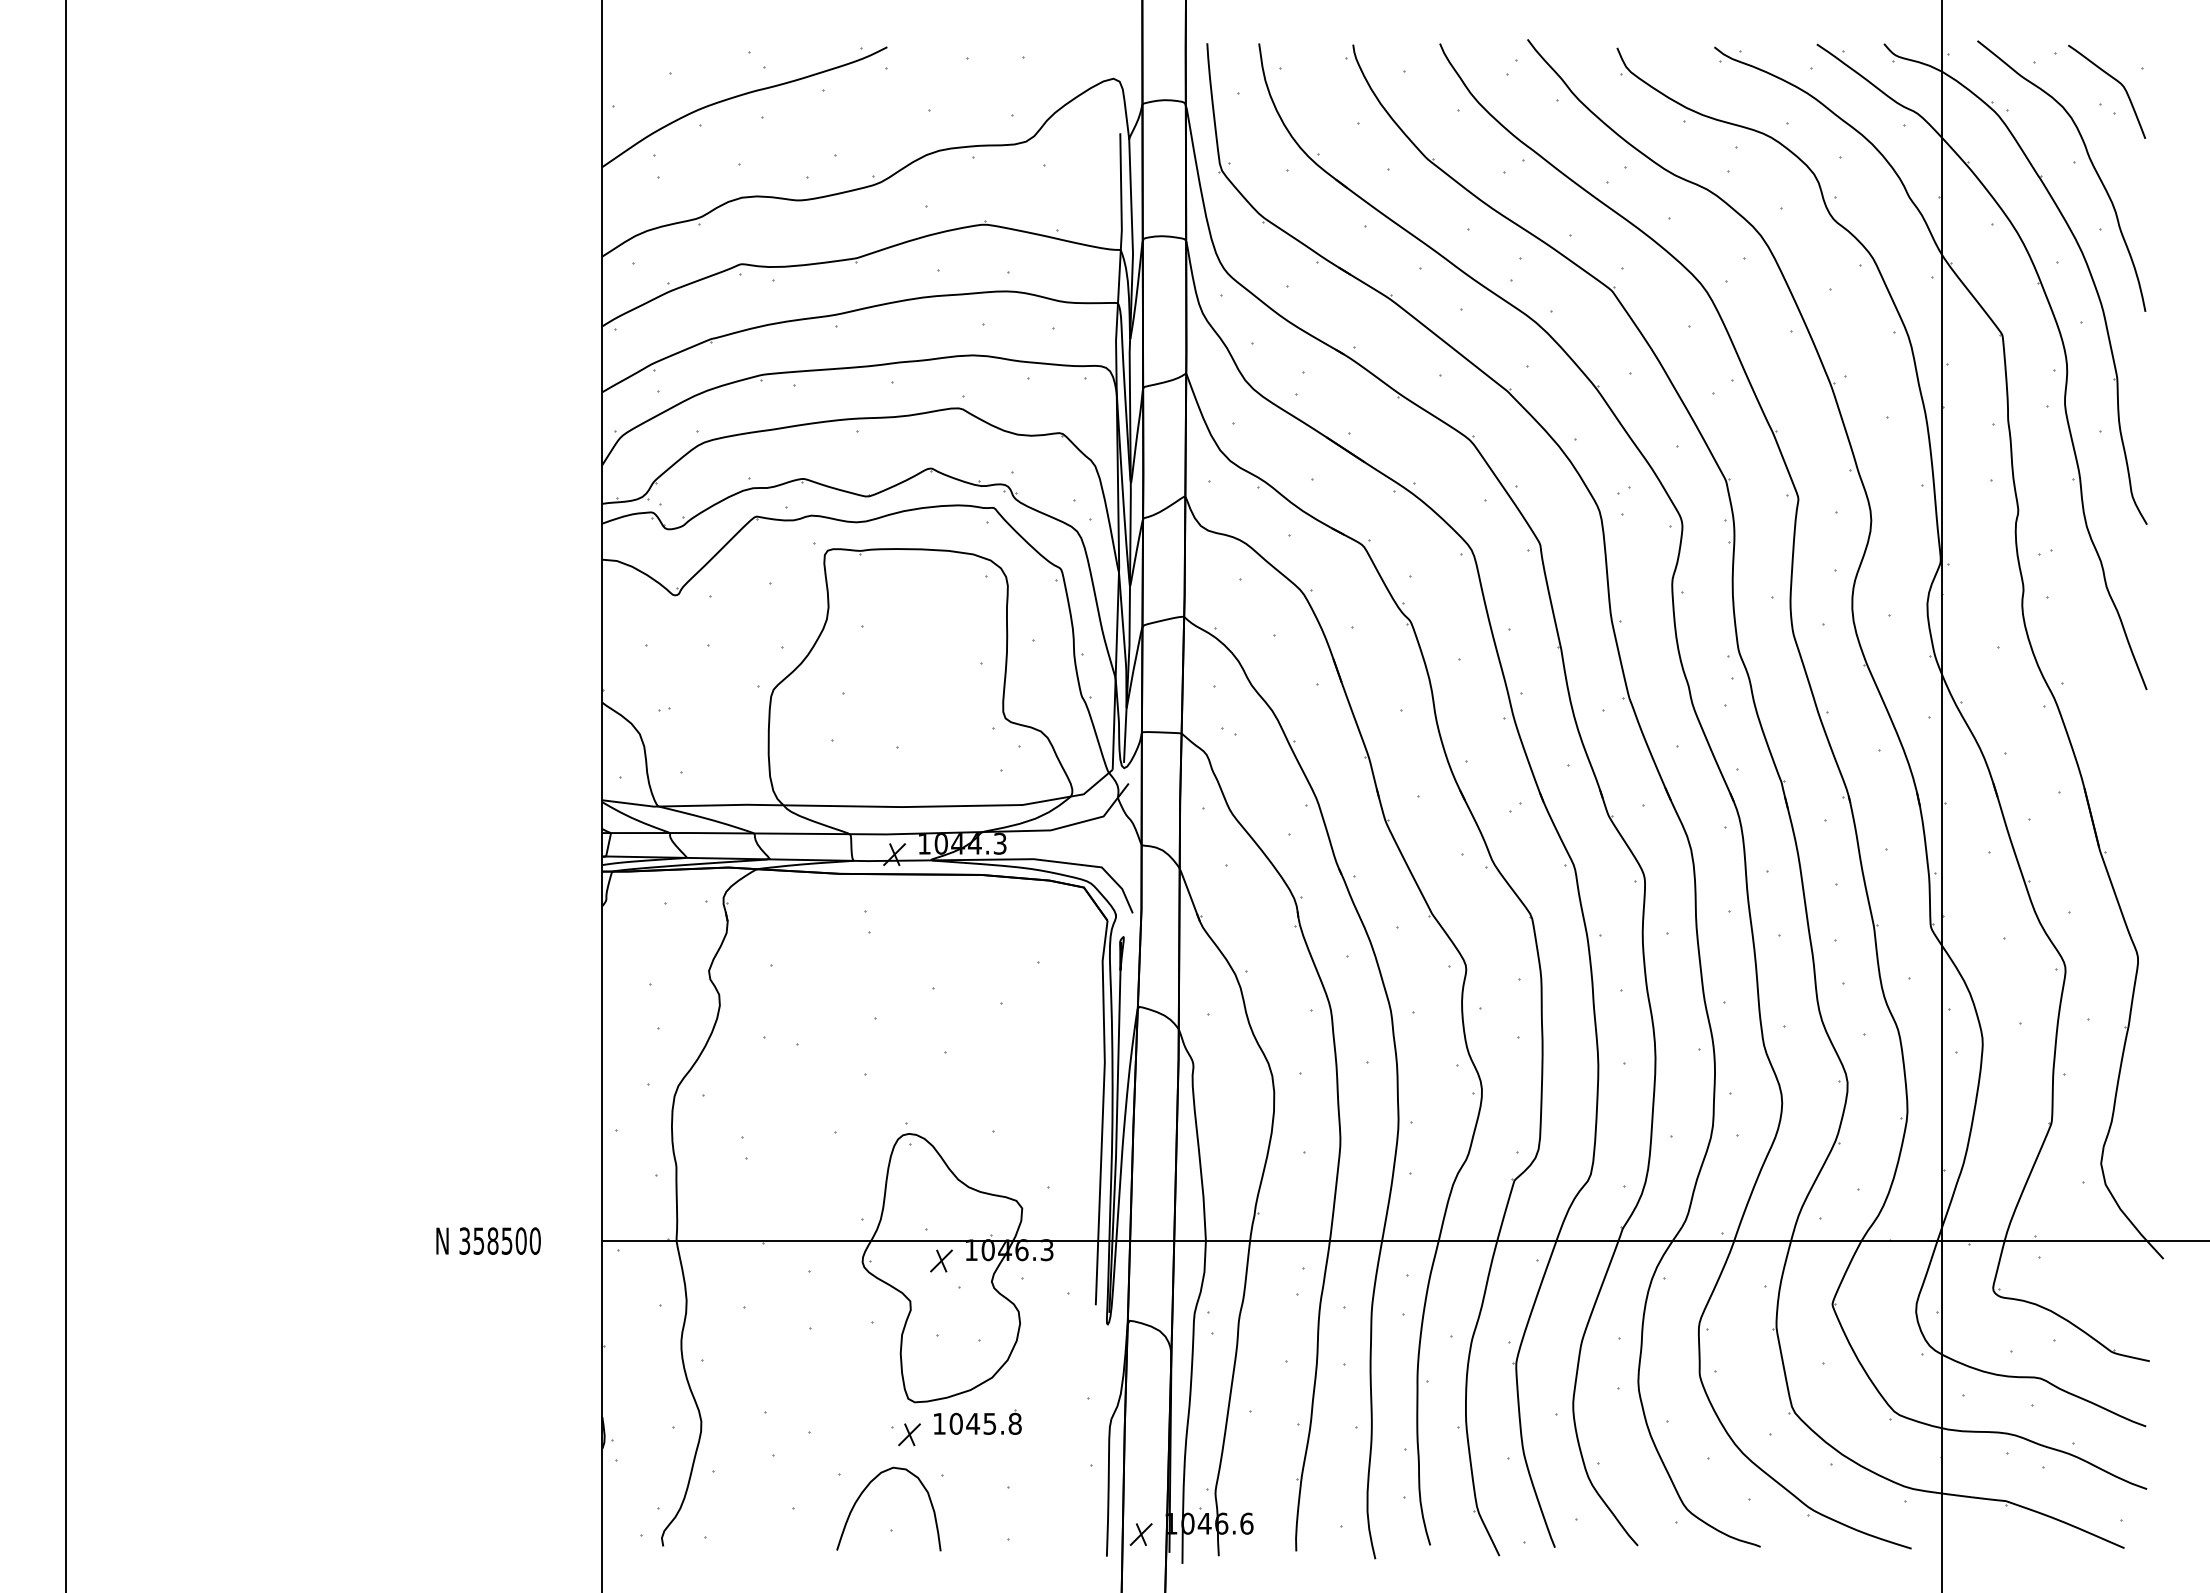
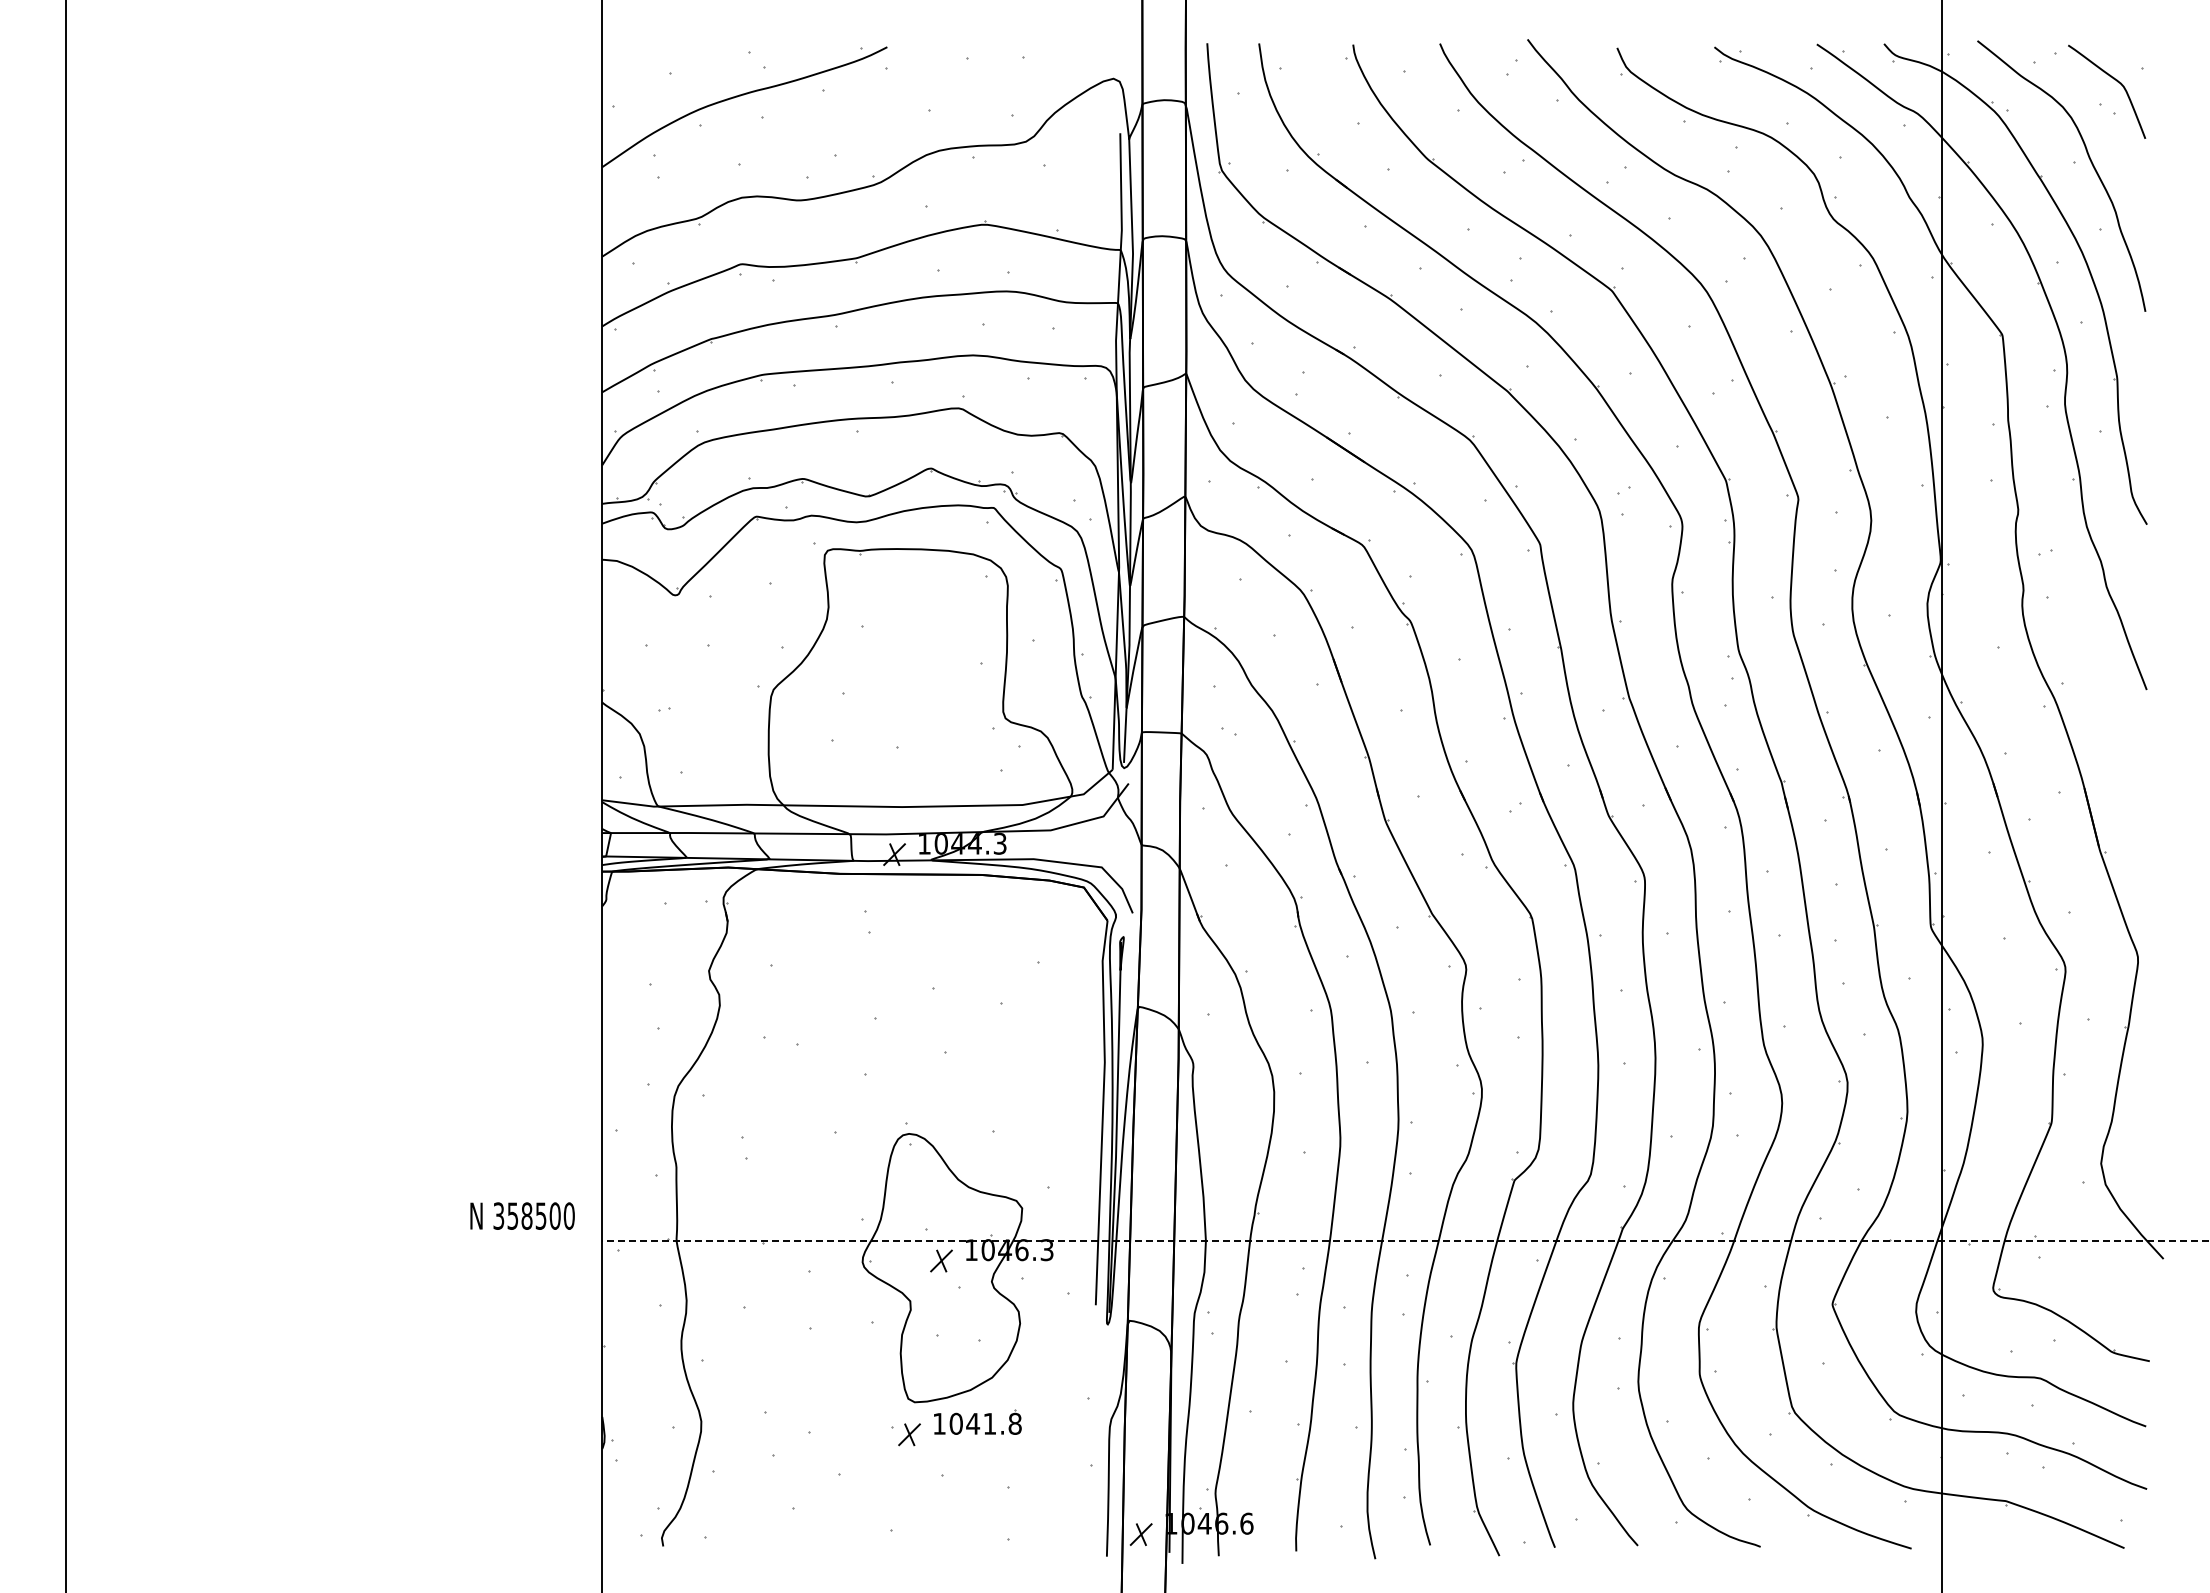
text at (488, 1240) position: (488, 1240) -> (522, 1215)
line at (1405, 1241): solid -> dashed
text at (989, 1423): 1045.8 -> 1041.8
curve at (865, 1490): present -> none
